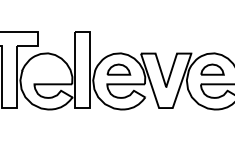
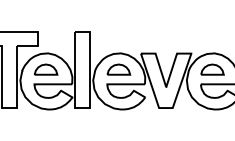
part at (46, 69): none -> present
